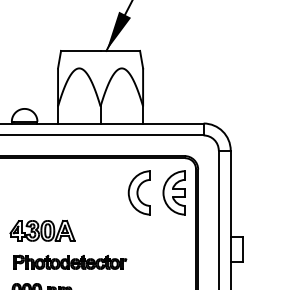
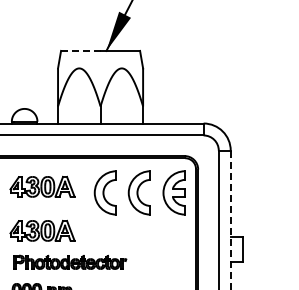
line at (80, 50): solid -> dashed
part at (42, 186): none -> present
part at (104, 192): none -> present
line at (230, 220): solid -> dashed
